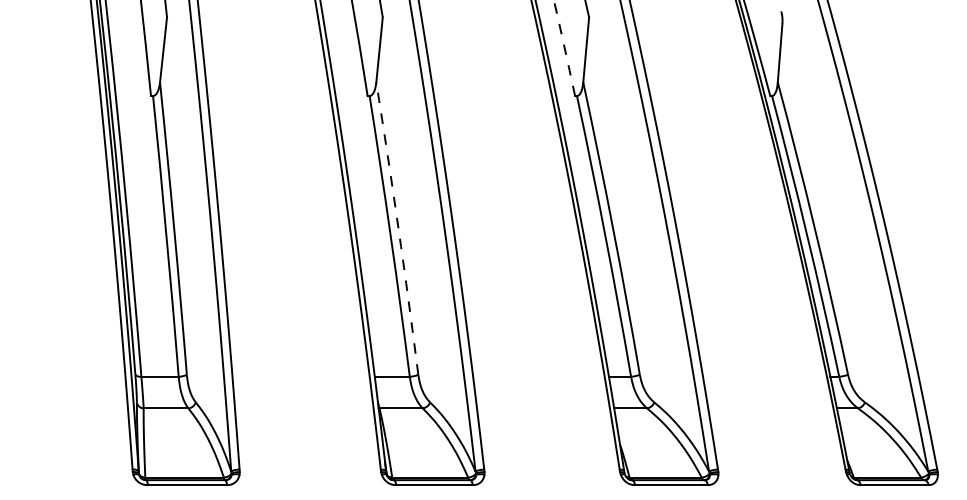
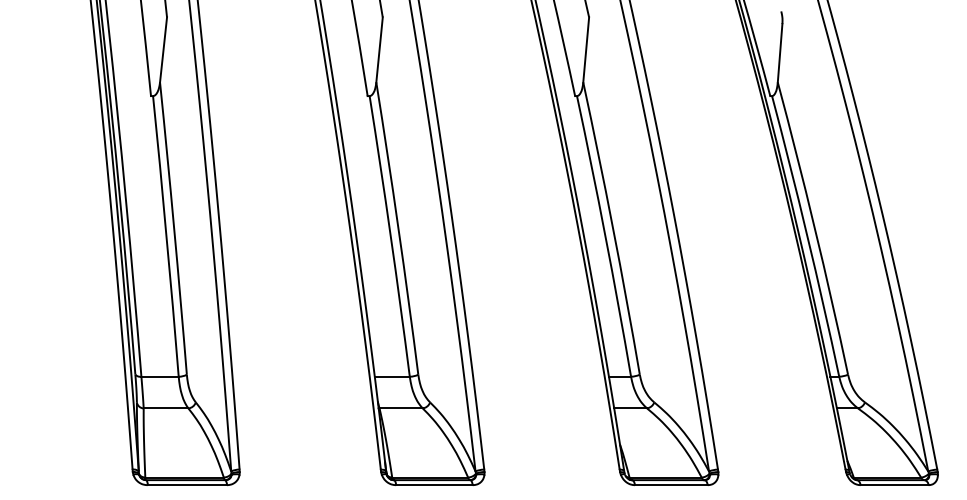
arc at (564, 47): dashed -> solid
arc at (398, 228): dashed -> solid
